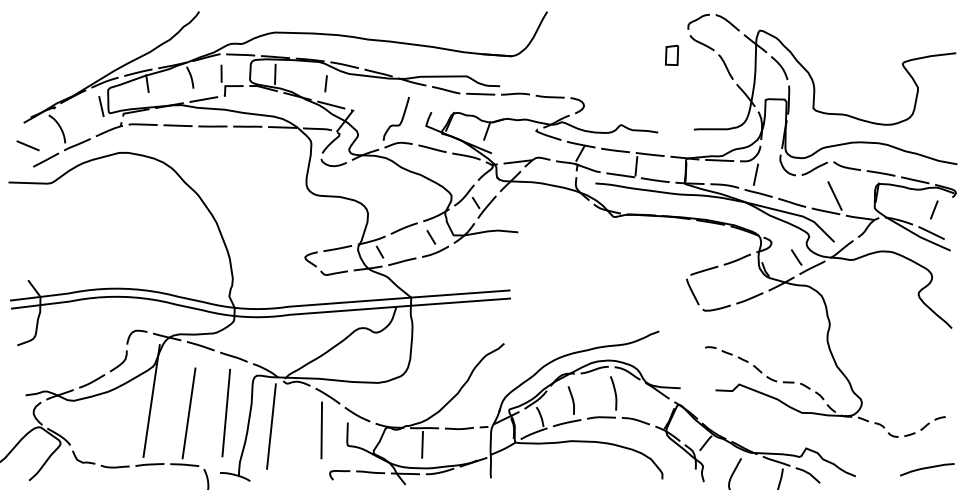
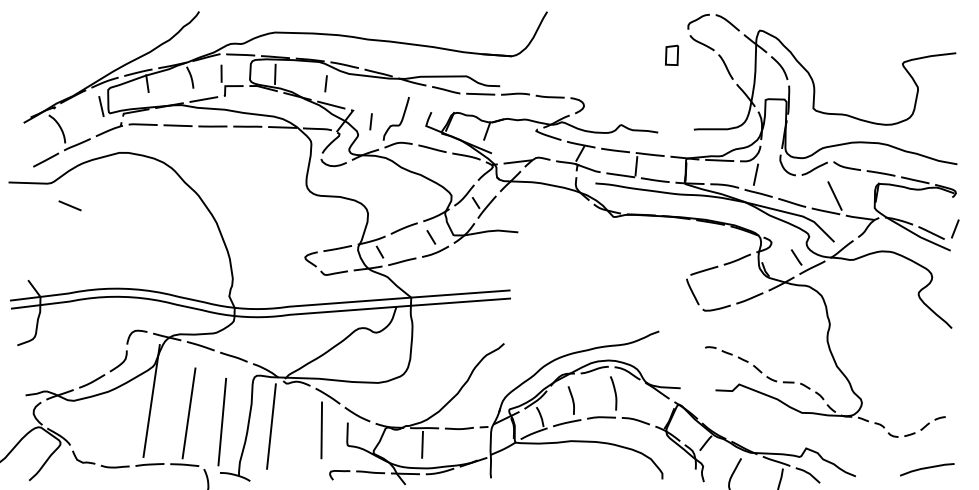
line at (370, 121): none -> present
line at (27, 145) position: (27, 145) -> (69, 205)
line at (934, 209) position: (934, 209) -> (955, 228)
line at (225, 413) position: (225, 413) -> (221, 422)
